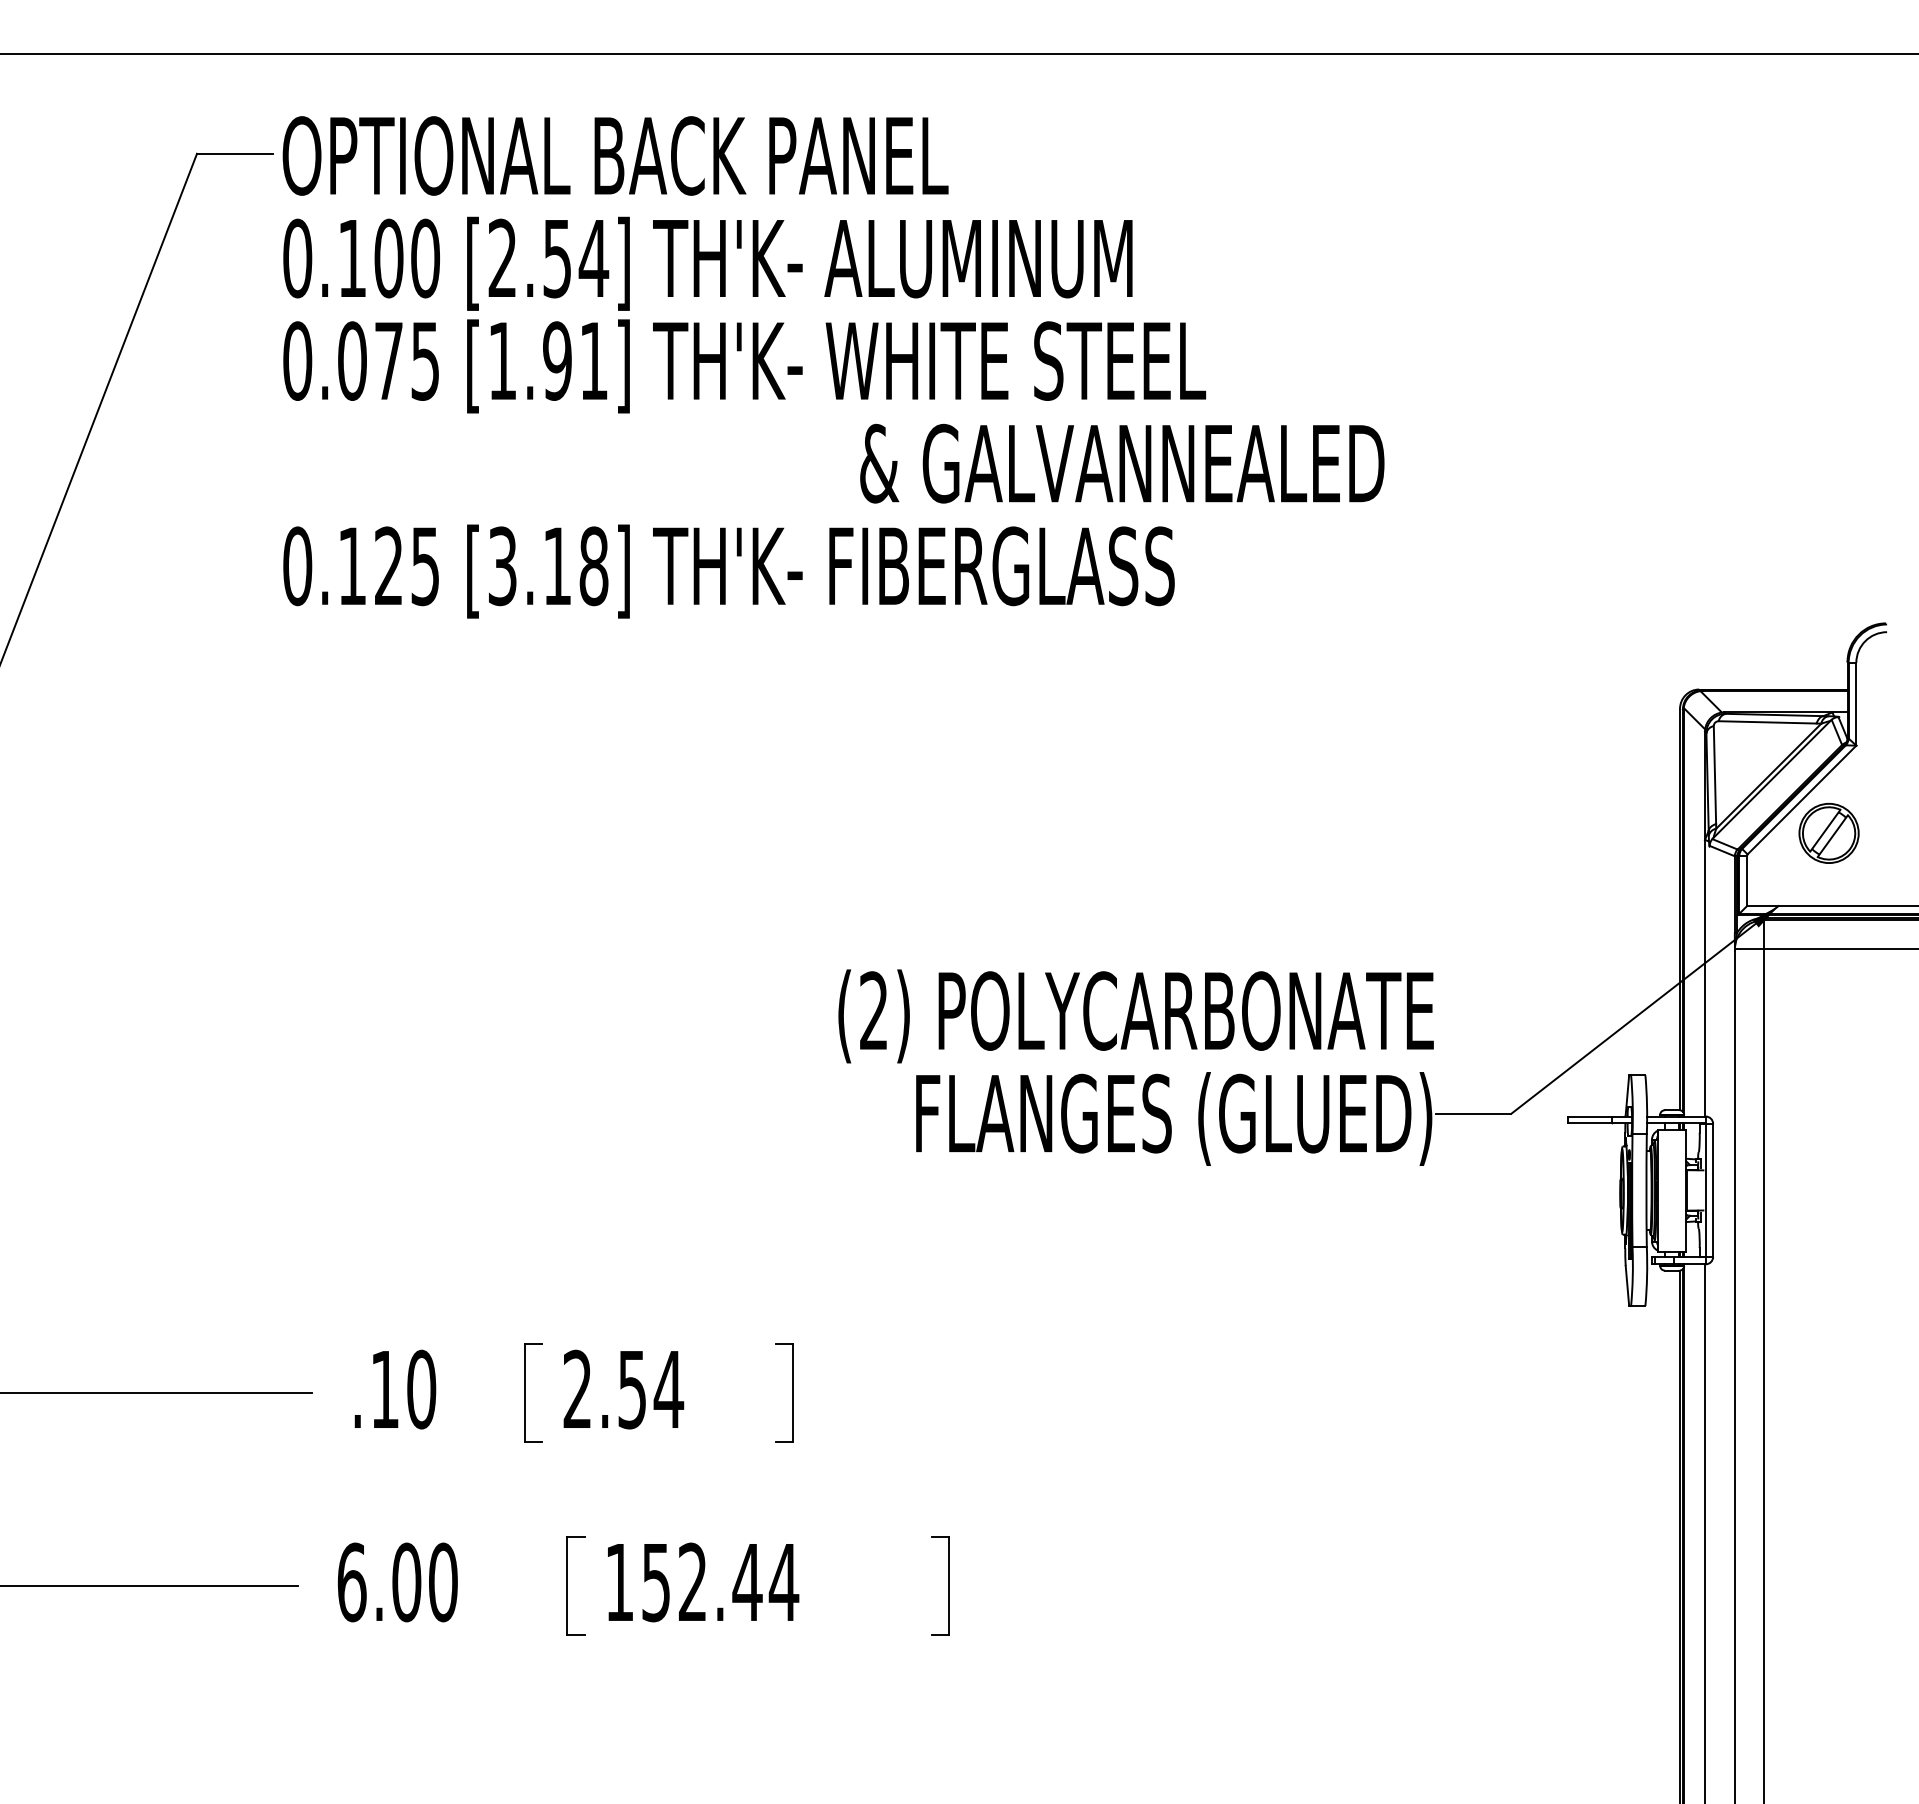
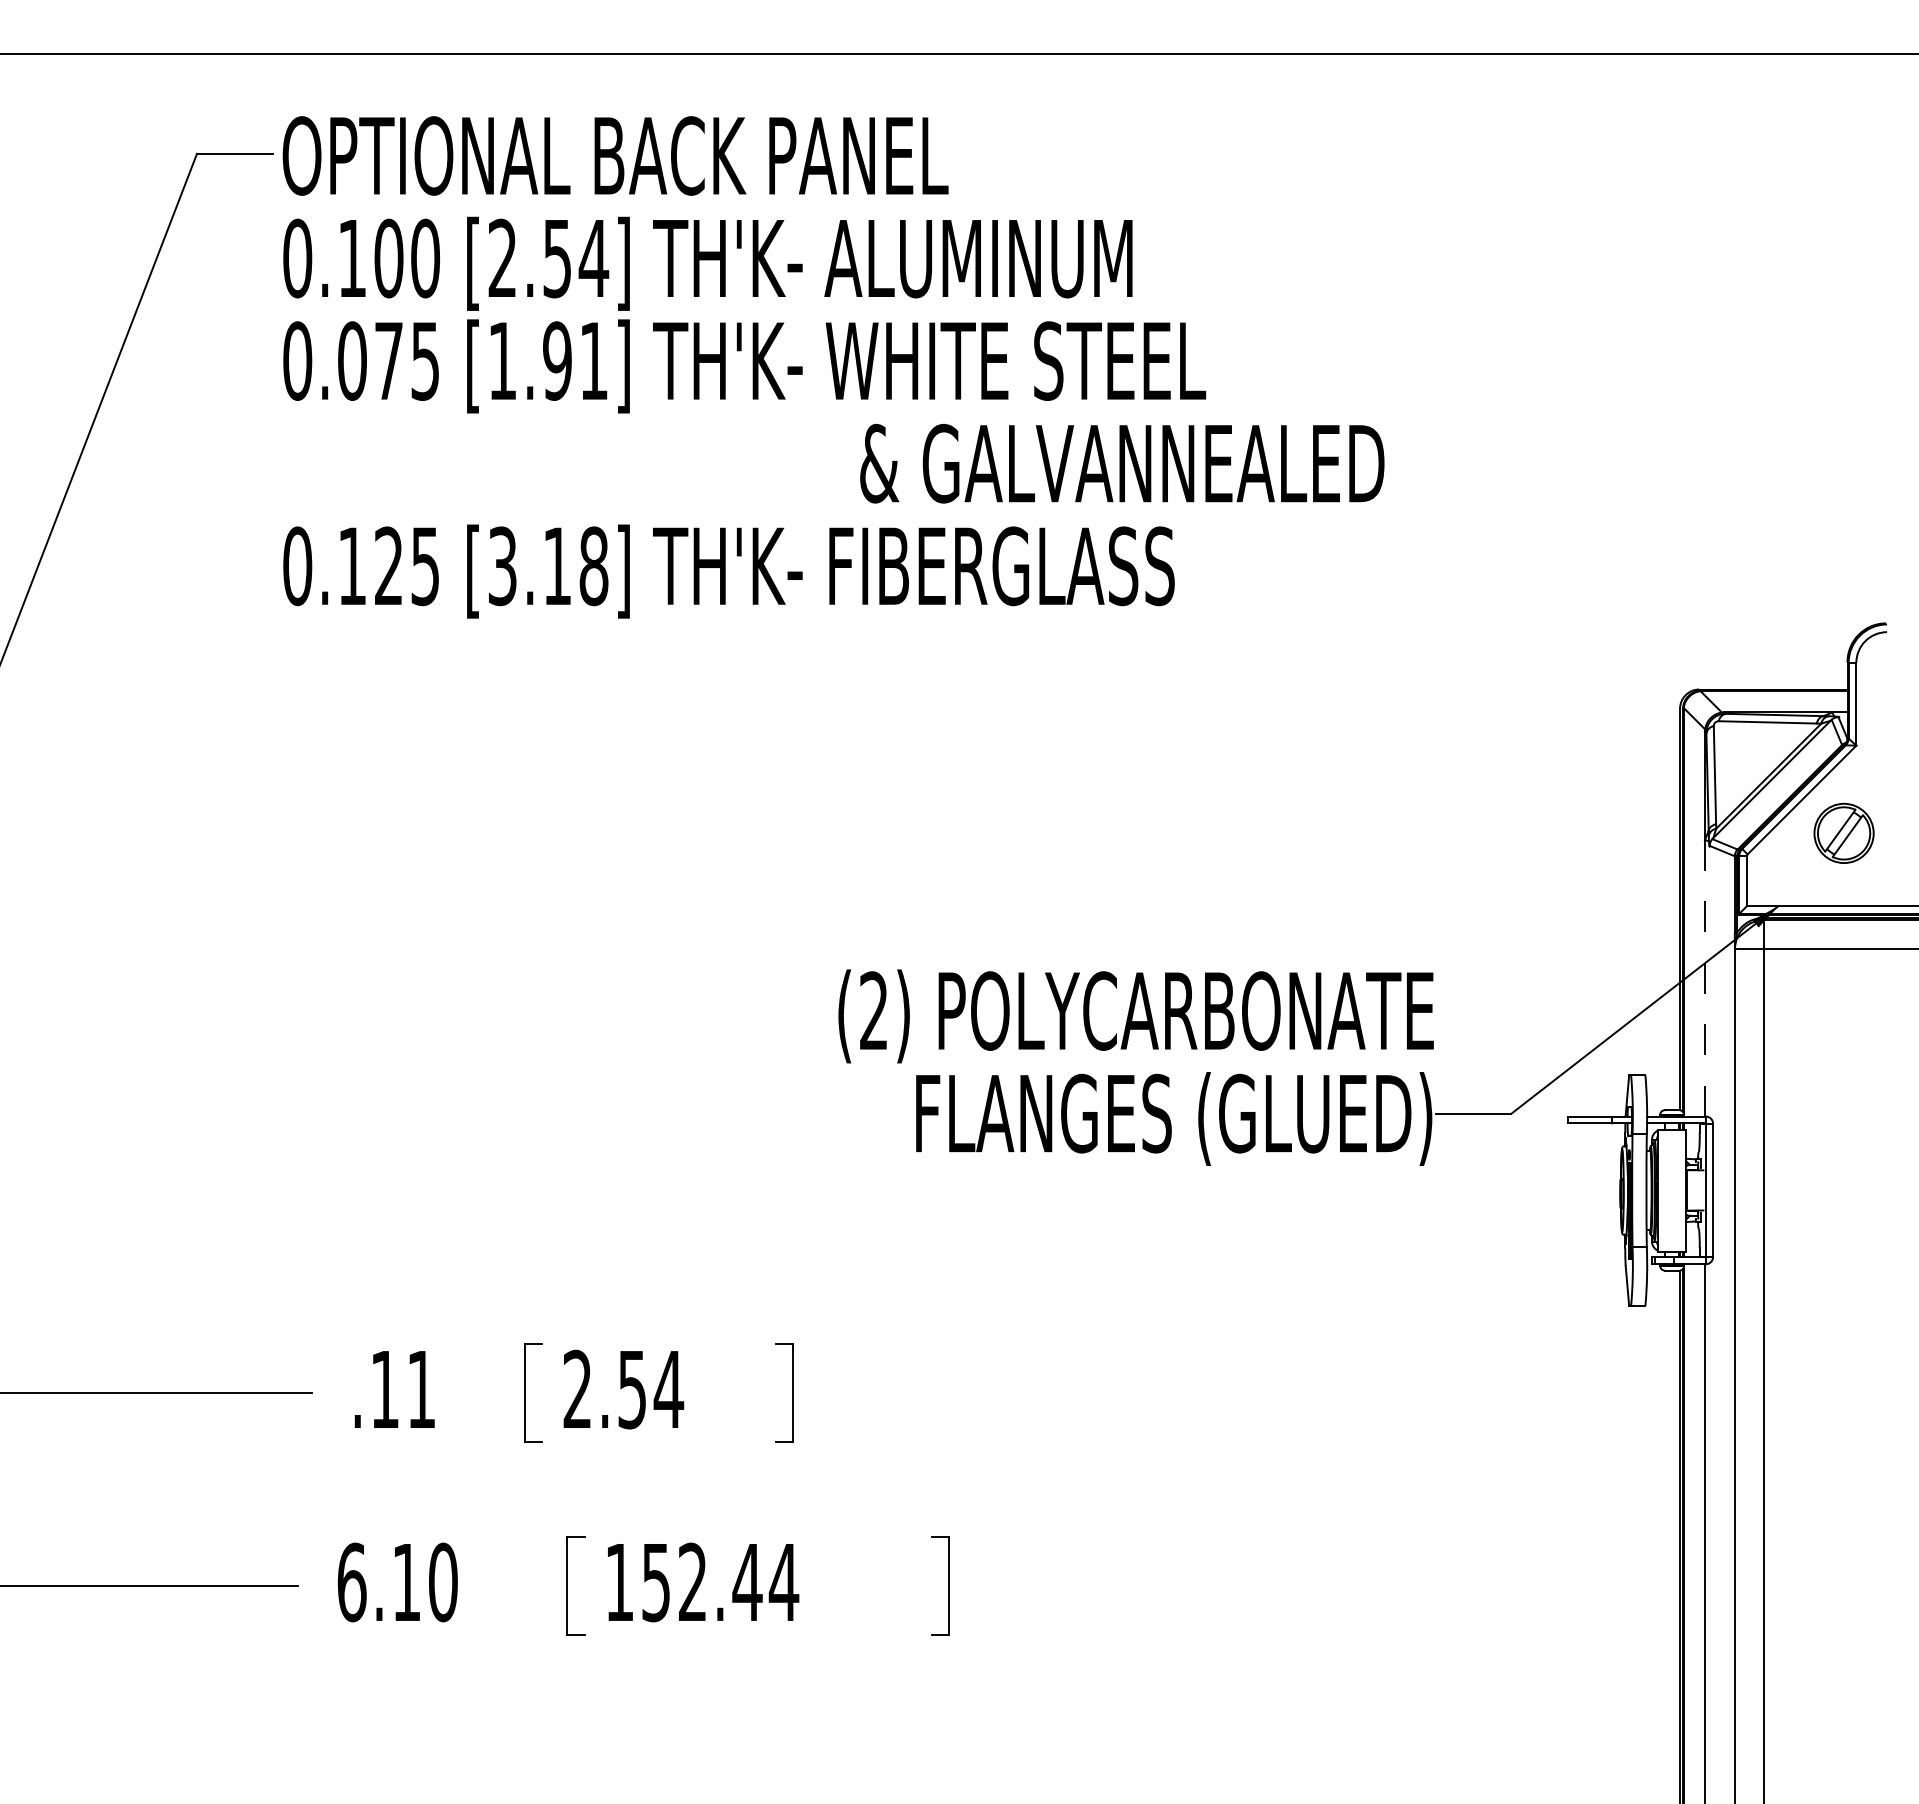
part at (1828, 832) position: (1828, 832) -> (1843, 832)
line at (1705, 978): solid -> dashed
text at (421, 1389): .10 -> .11
text at (406, 1582): 6.00 -> 6.10
